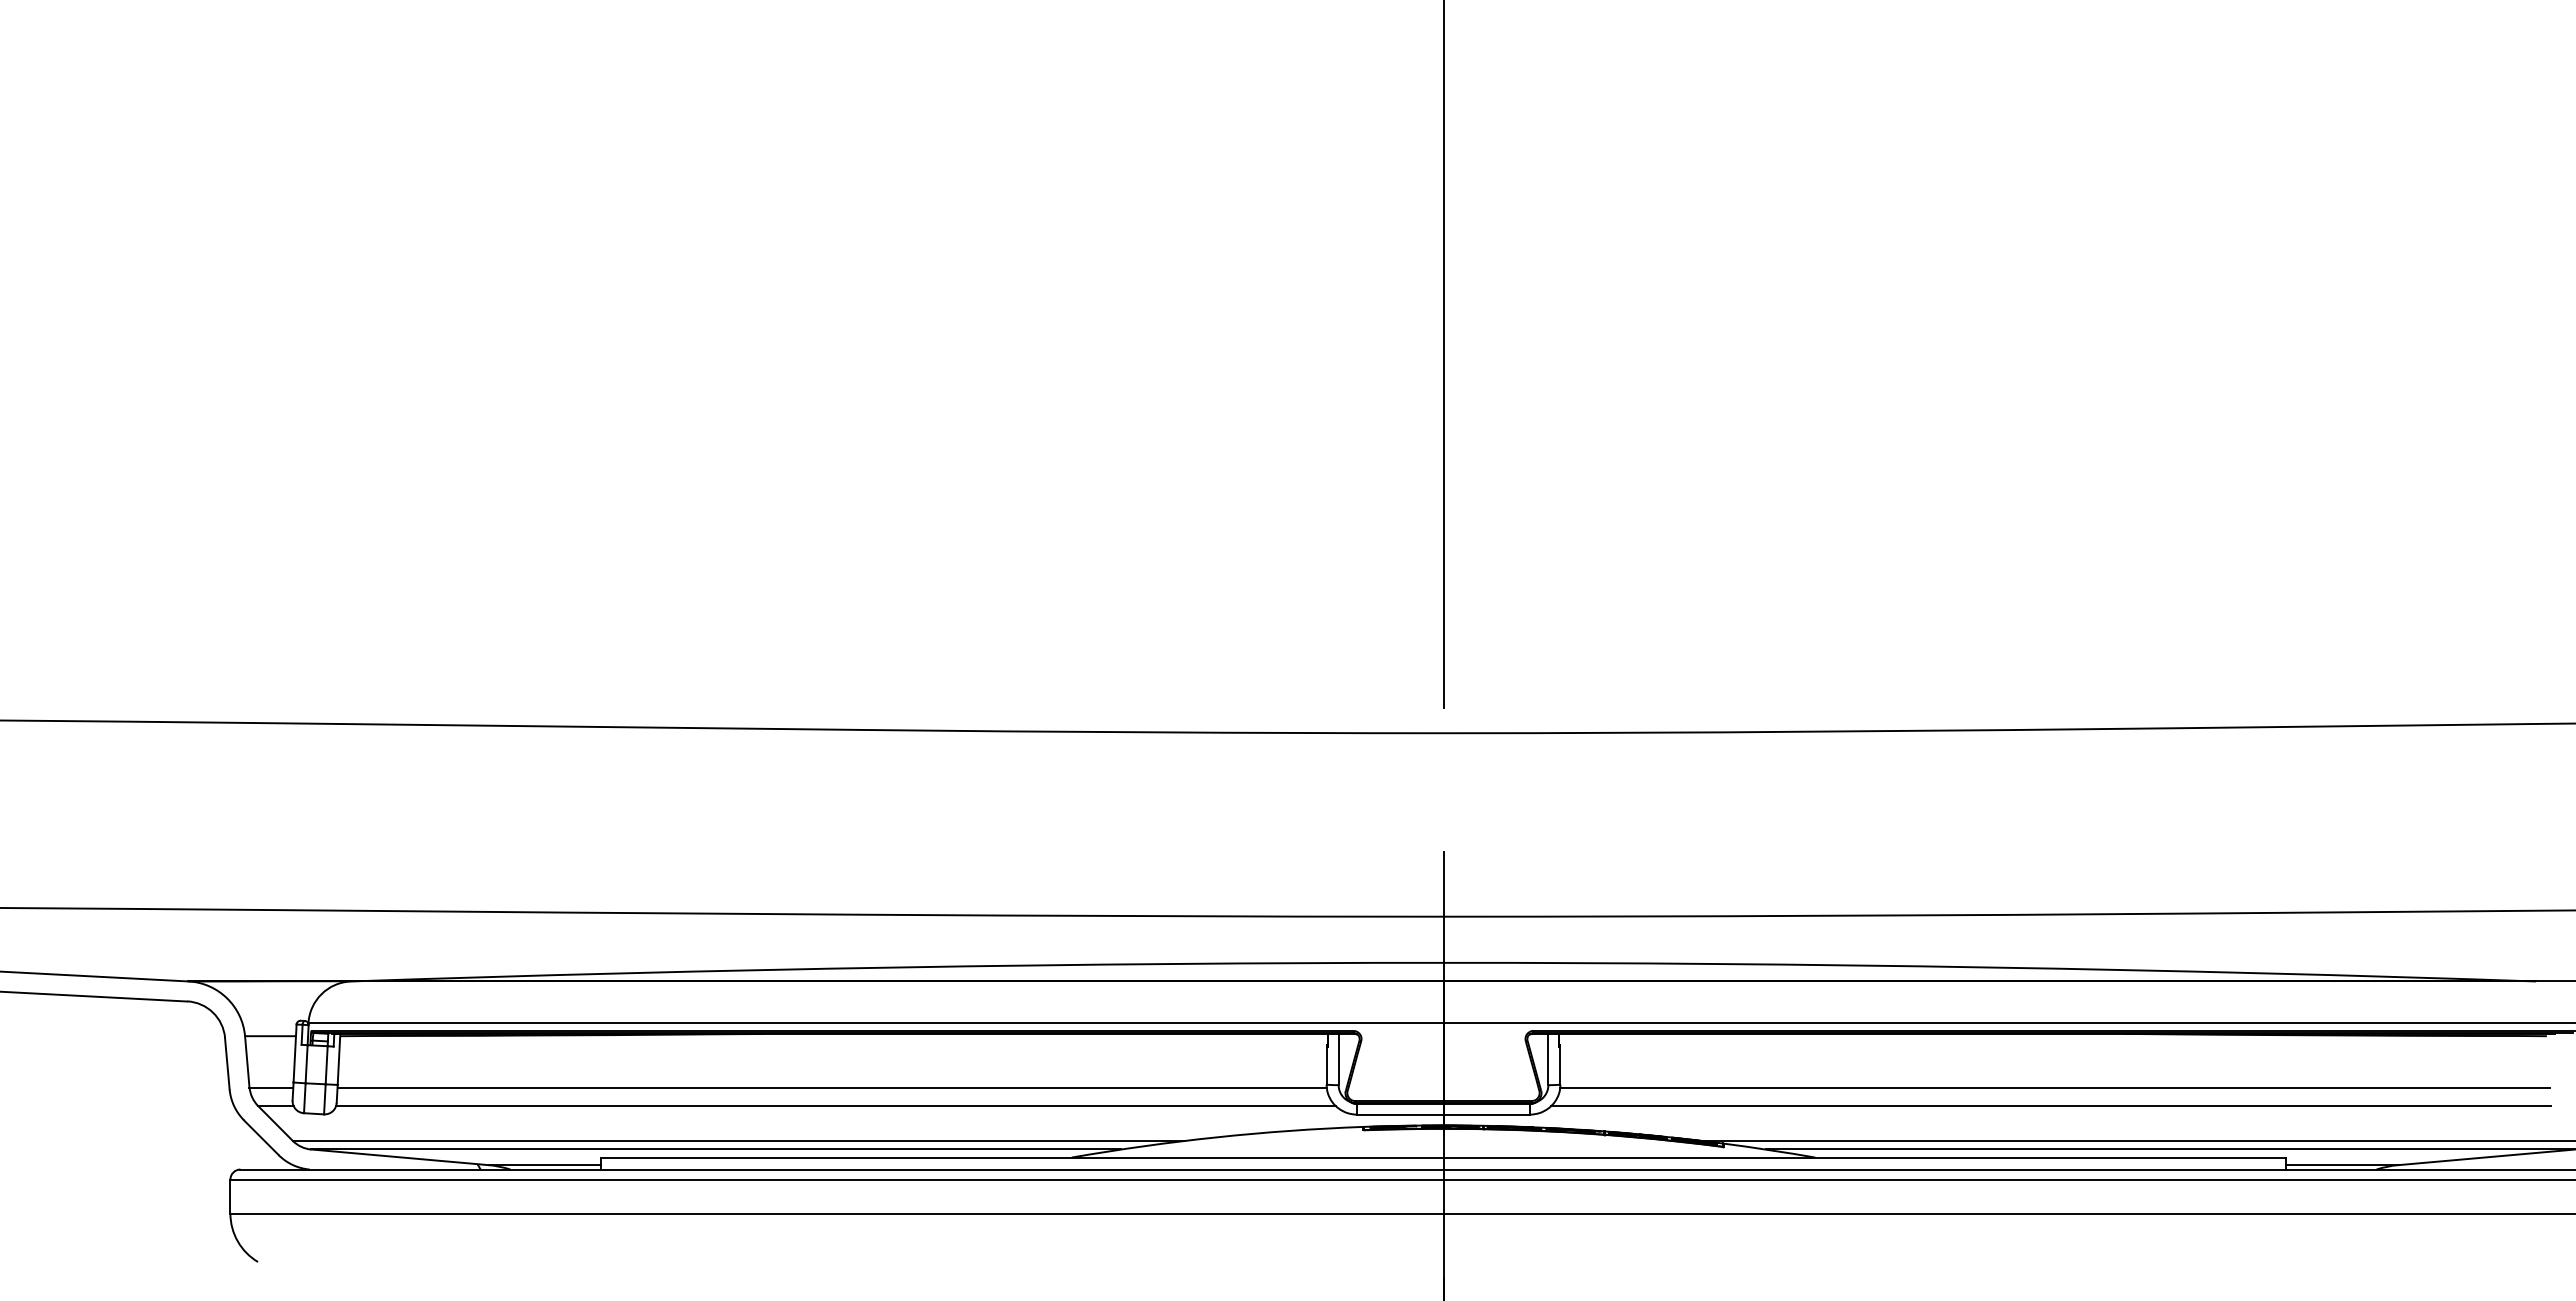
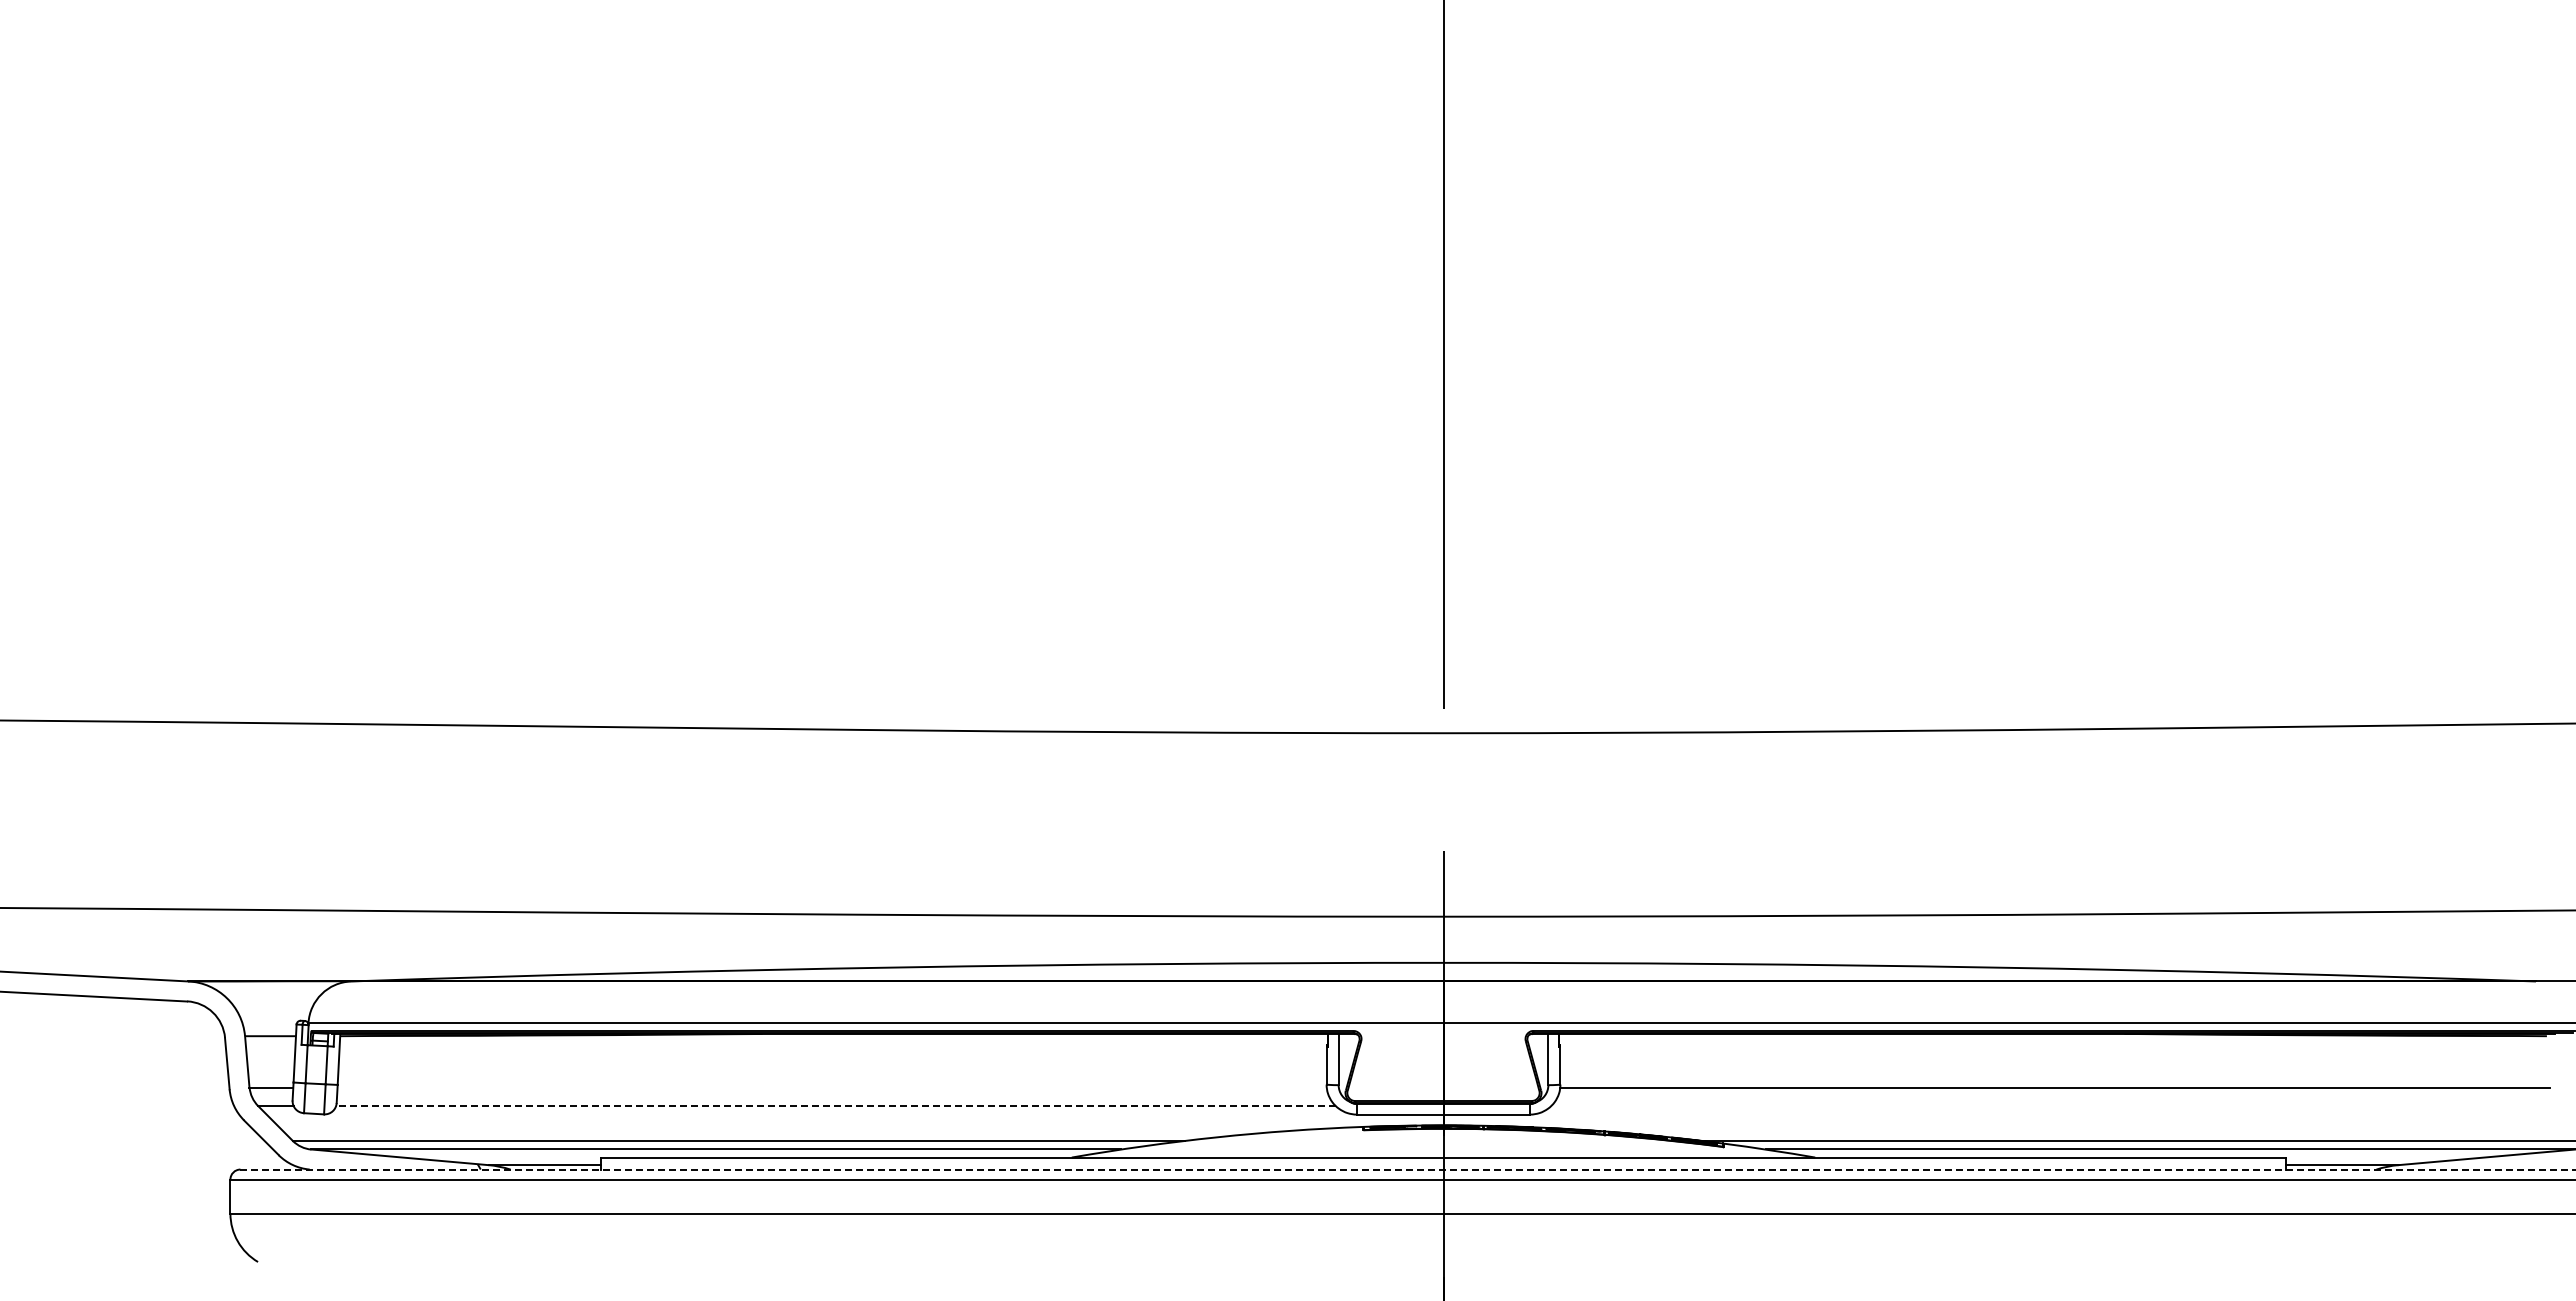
line at (831, 1087): present -> none
line at (835, 1106): solid -> dashed
line at (2050, 1106): present -> none
line at (1408, 1169): solid -> dashed
